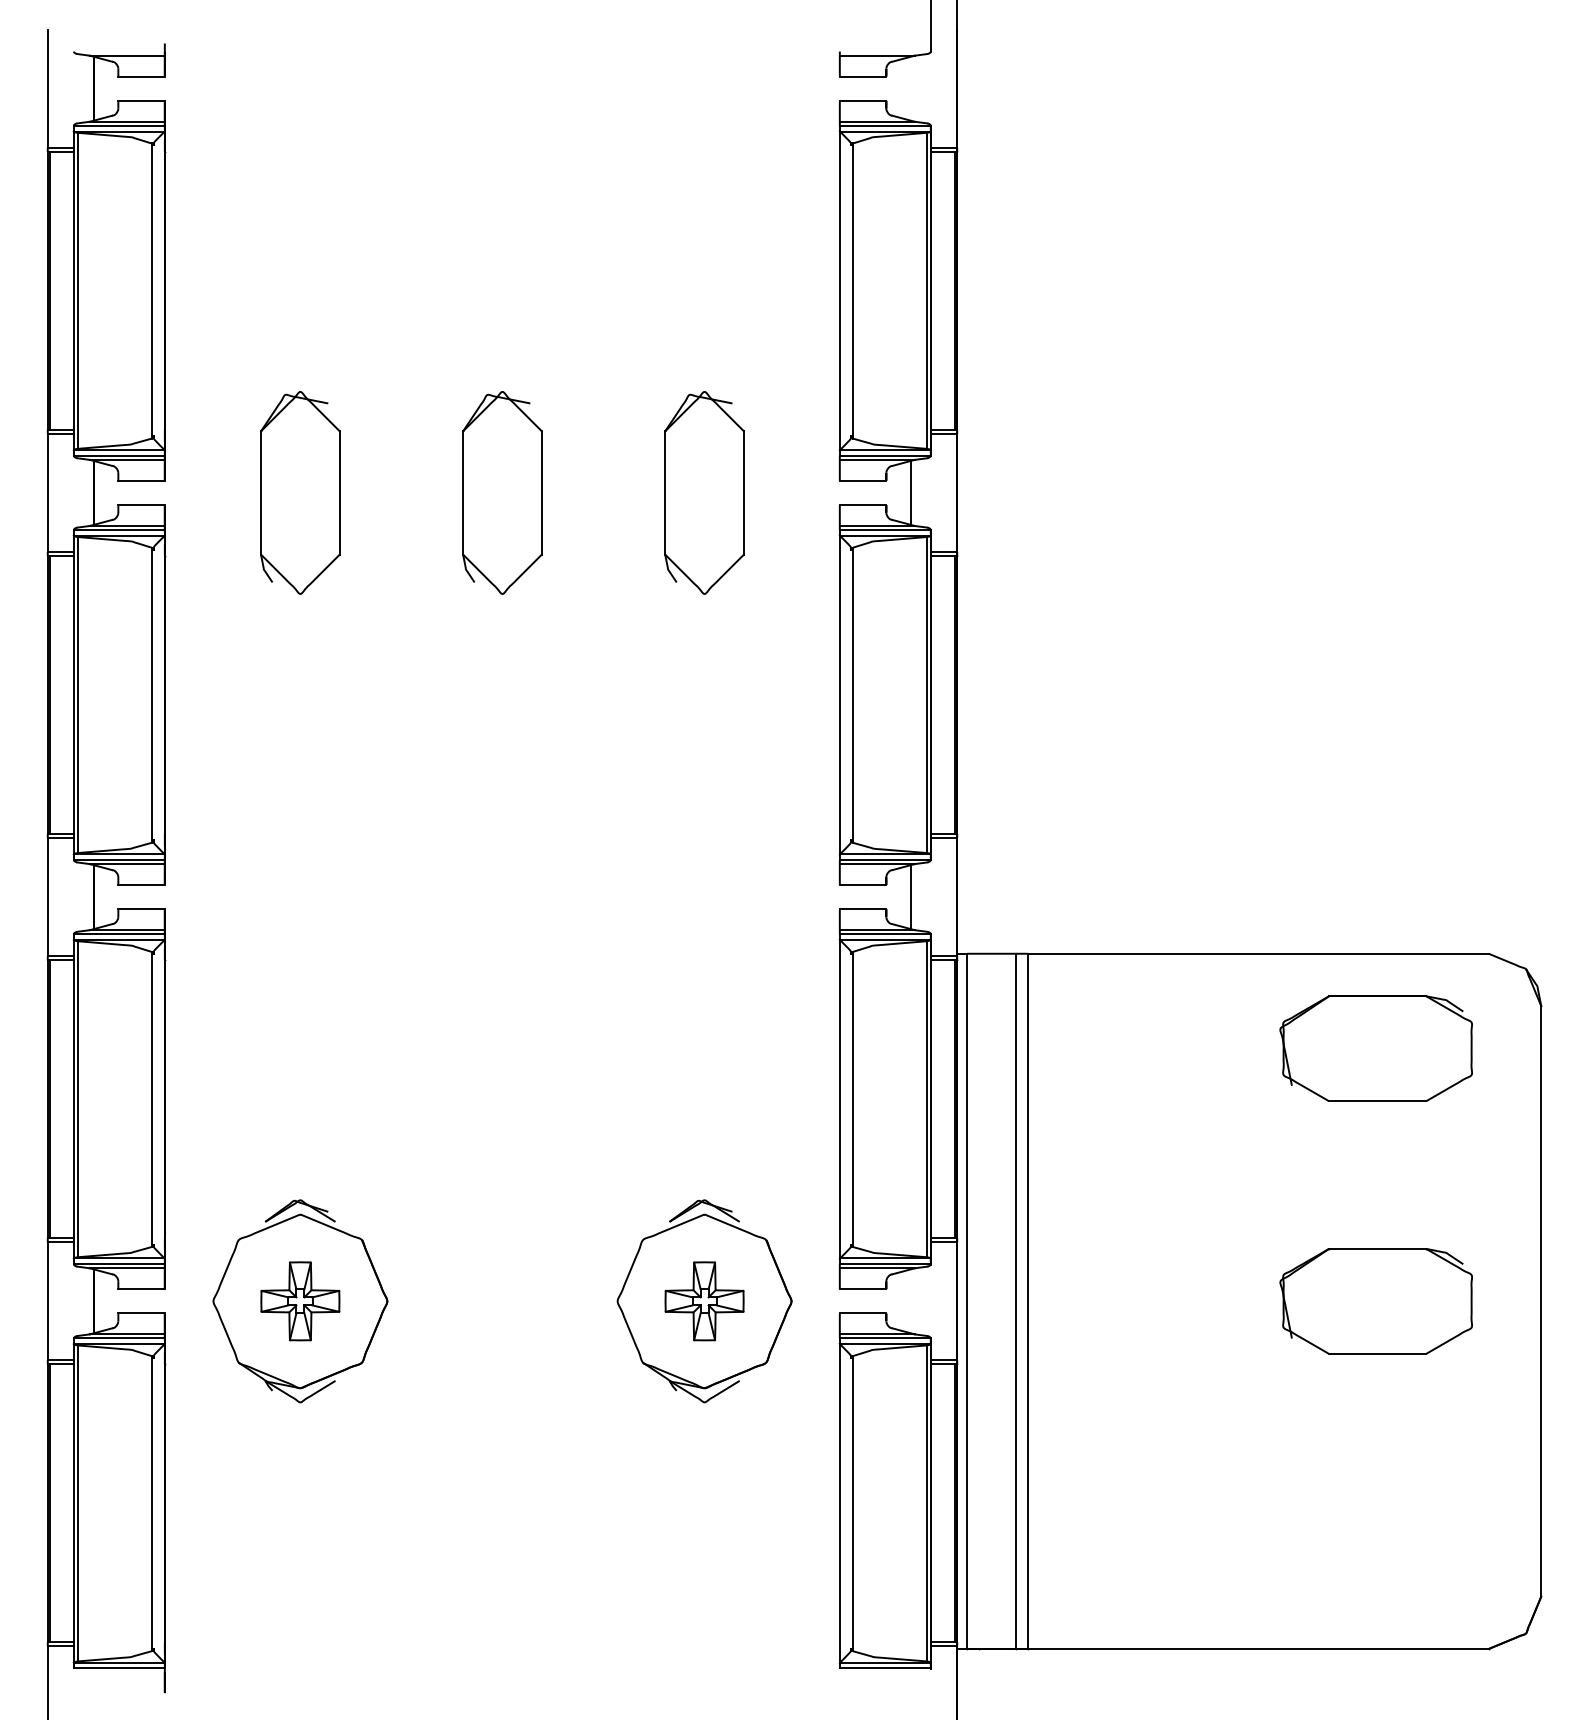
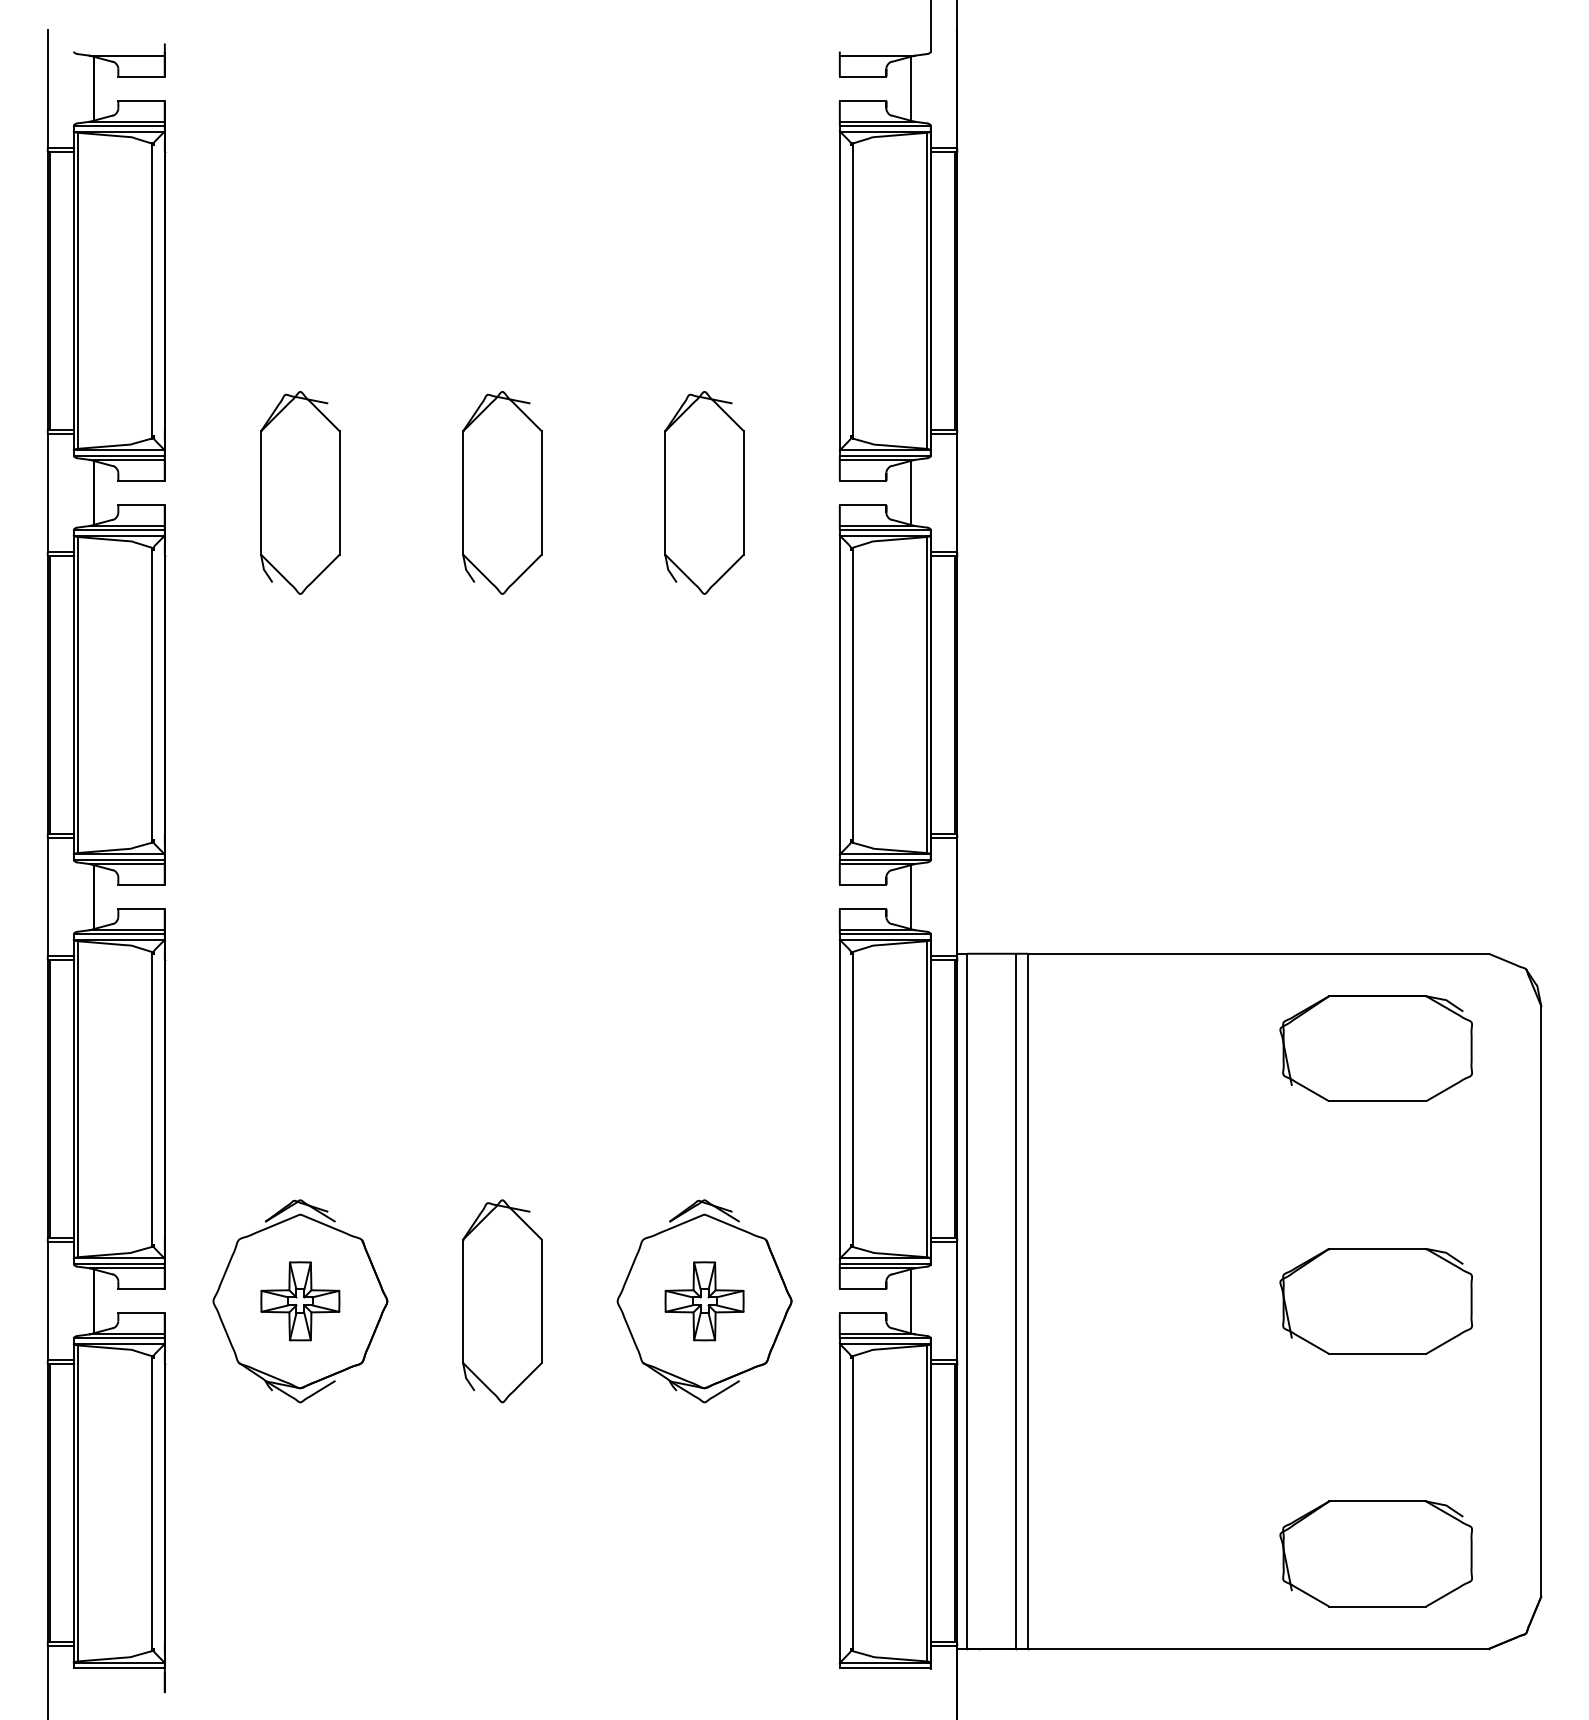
line at (910, 88): none -> present
line at (910, 1300): none -> present
part at (502, 1301): none -> present
part at (1375, 1553): none -> present
